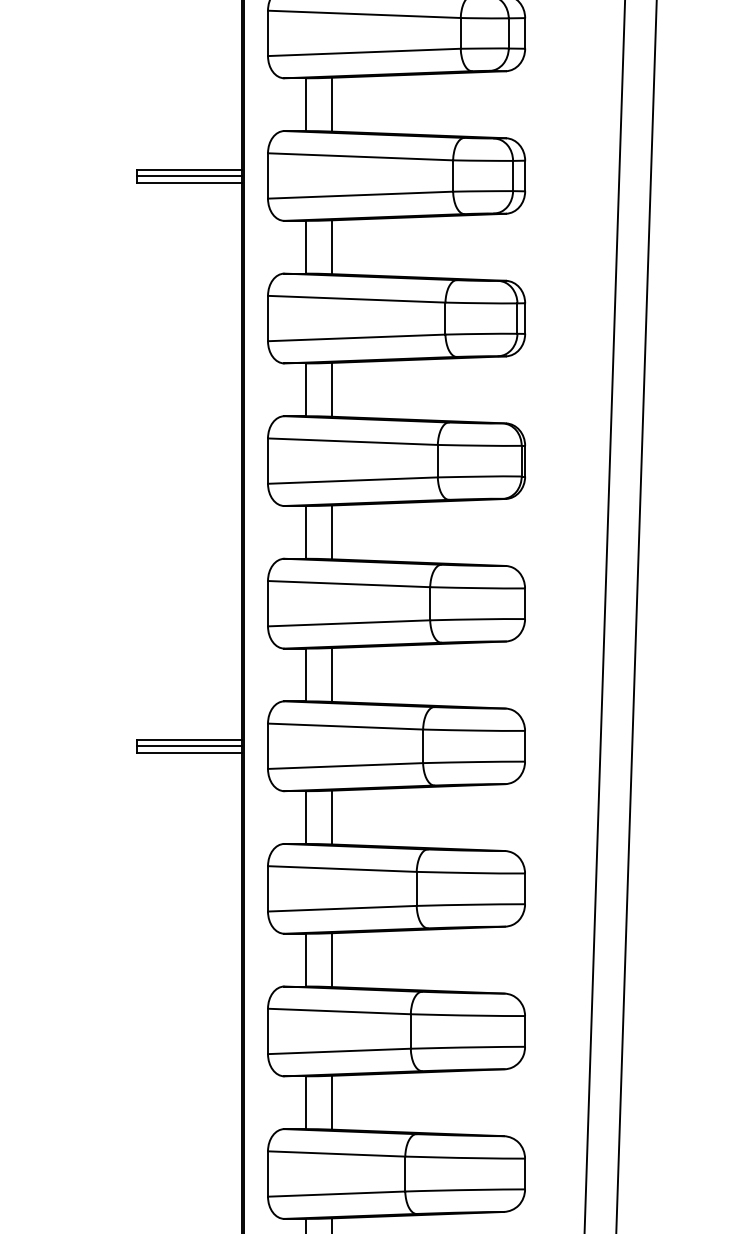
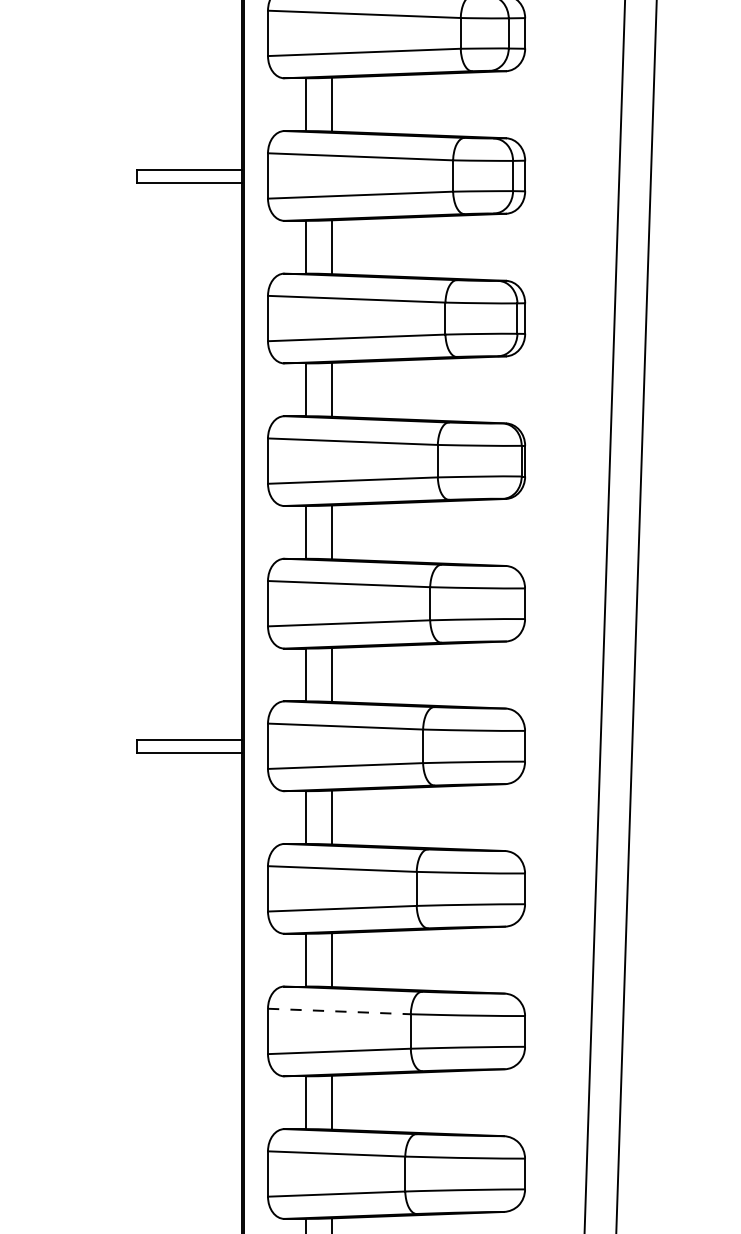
line at (189, 175): present -> none
line at (189, 746): present -> none
line at (339, 1011): solid -> dashed
